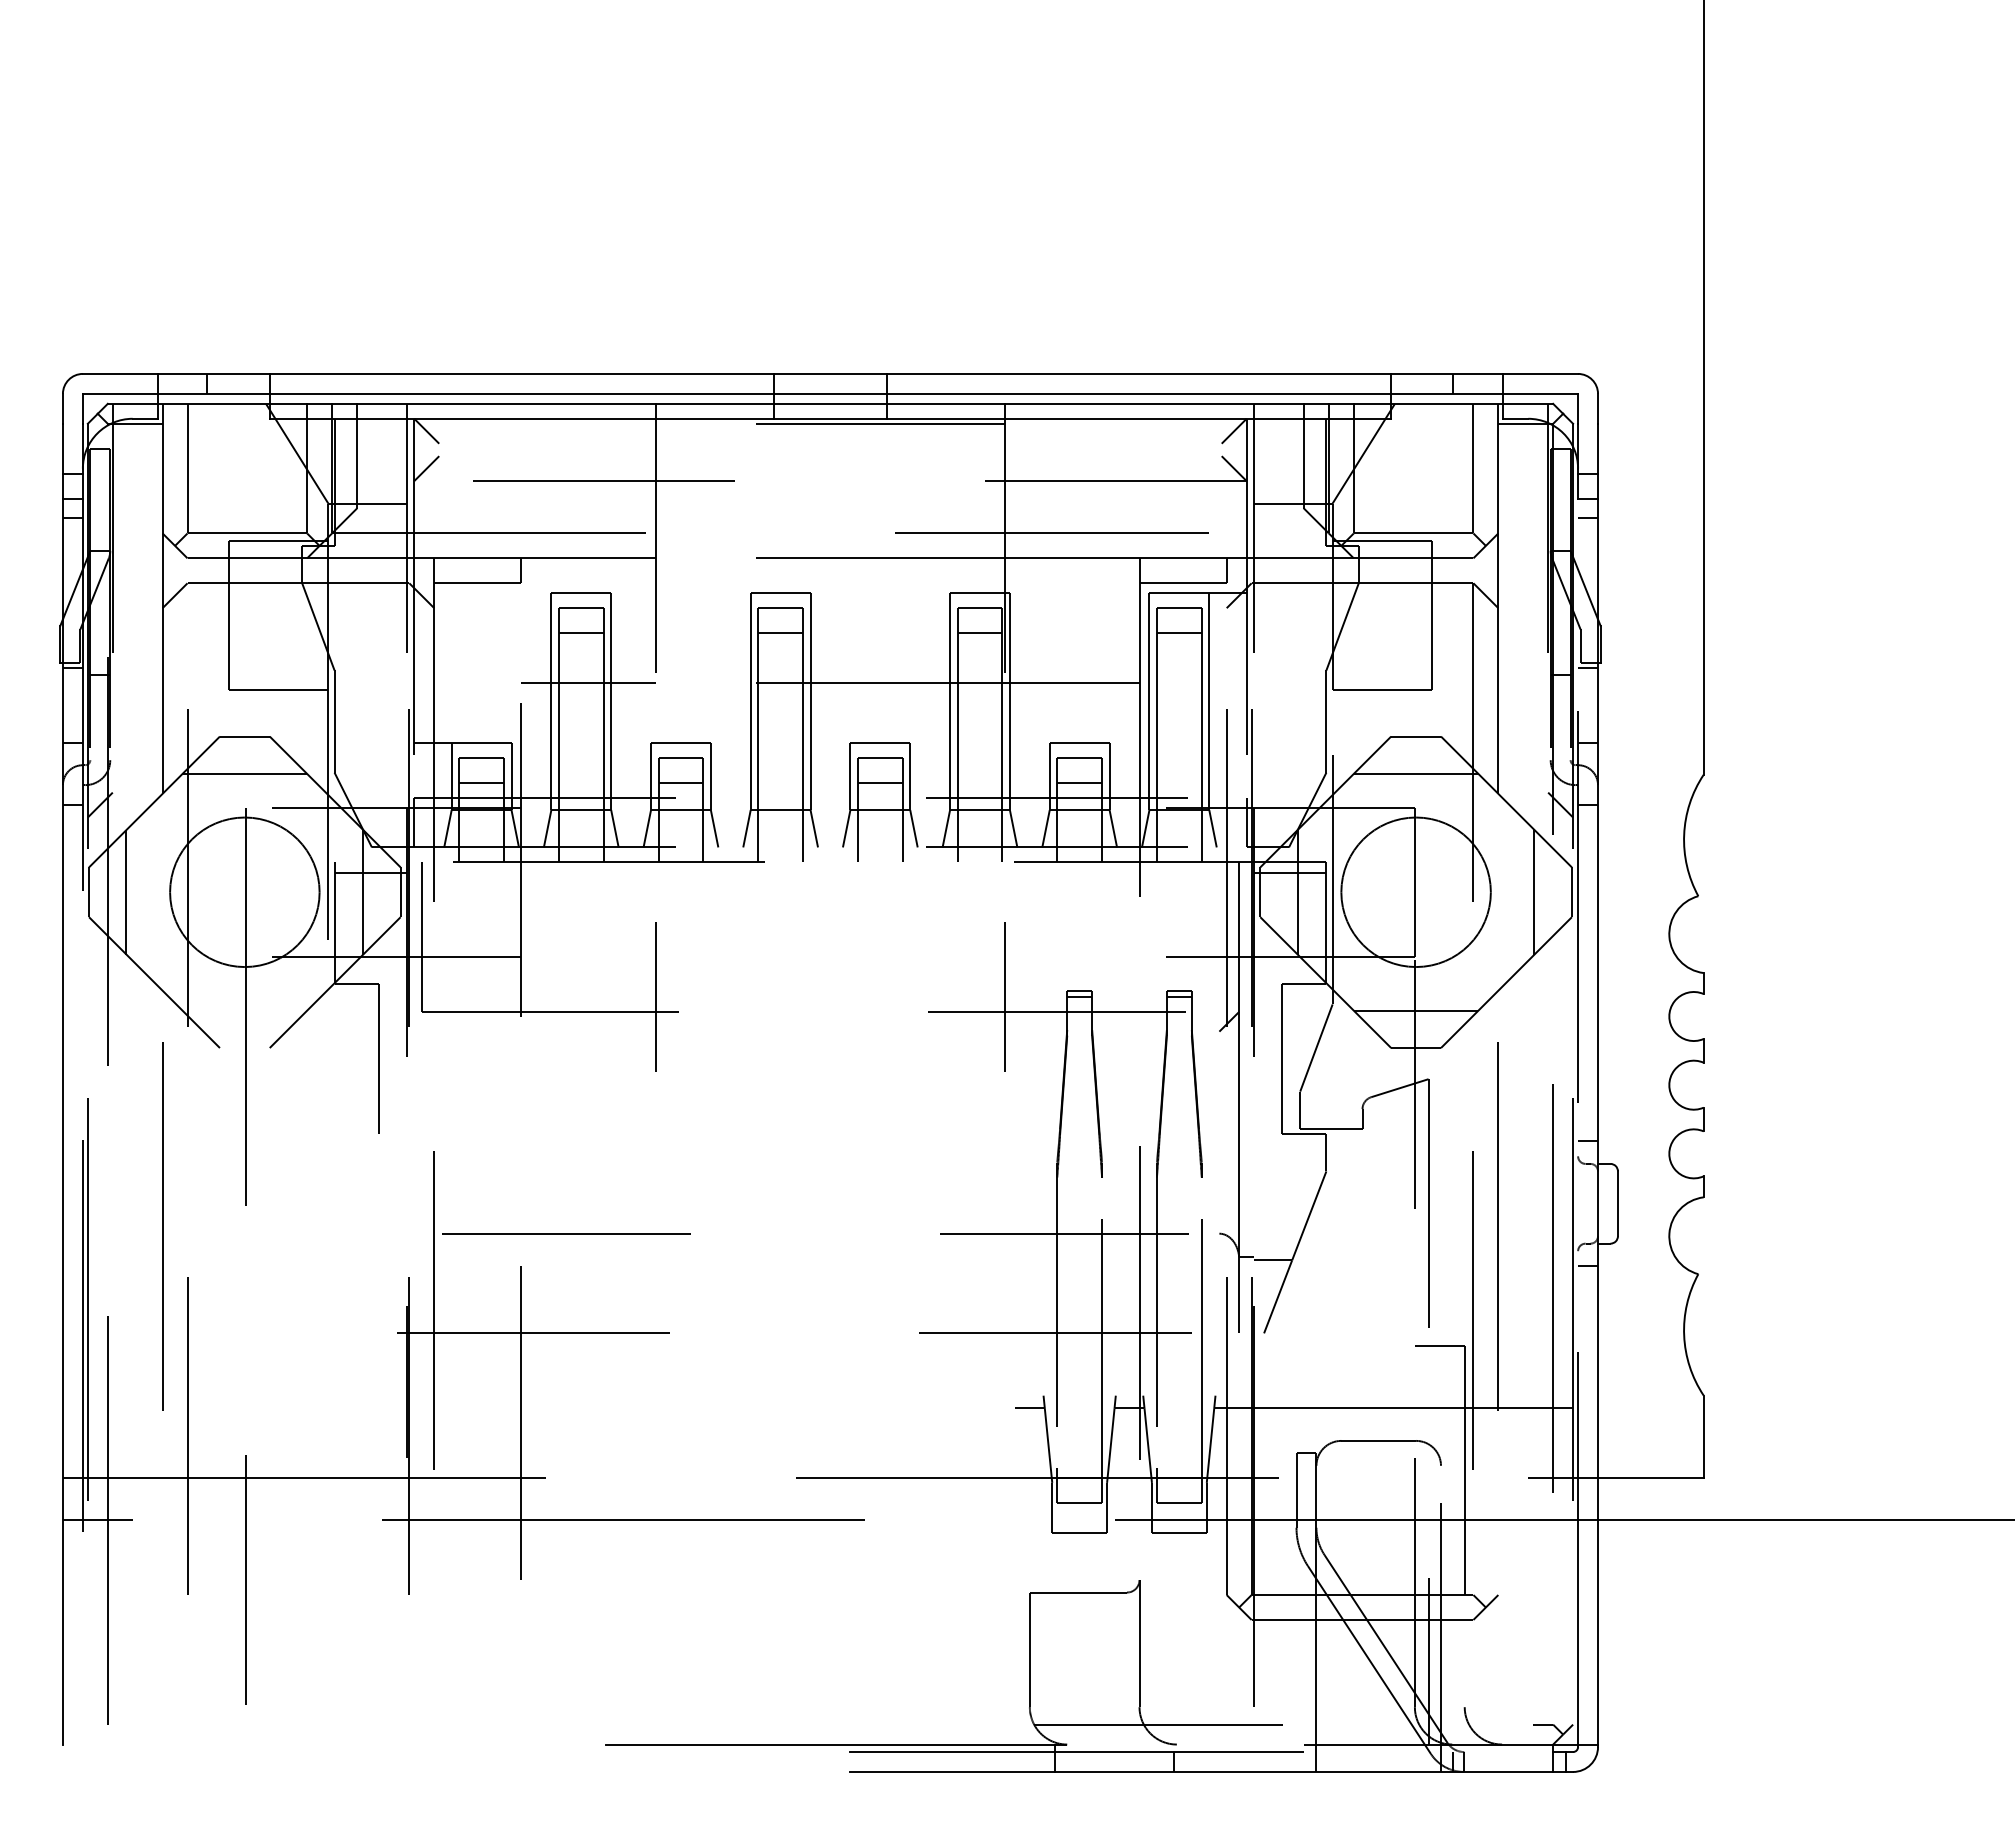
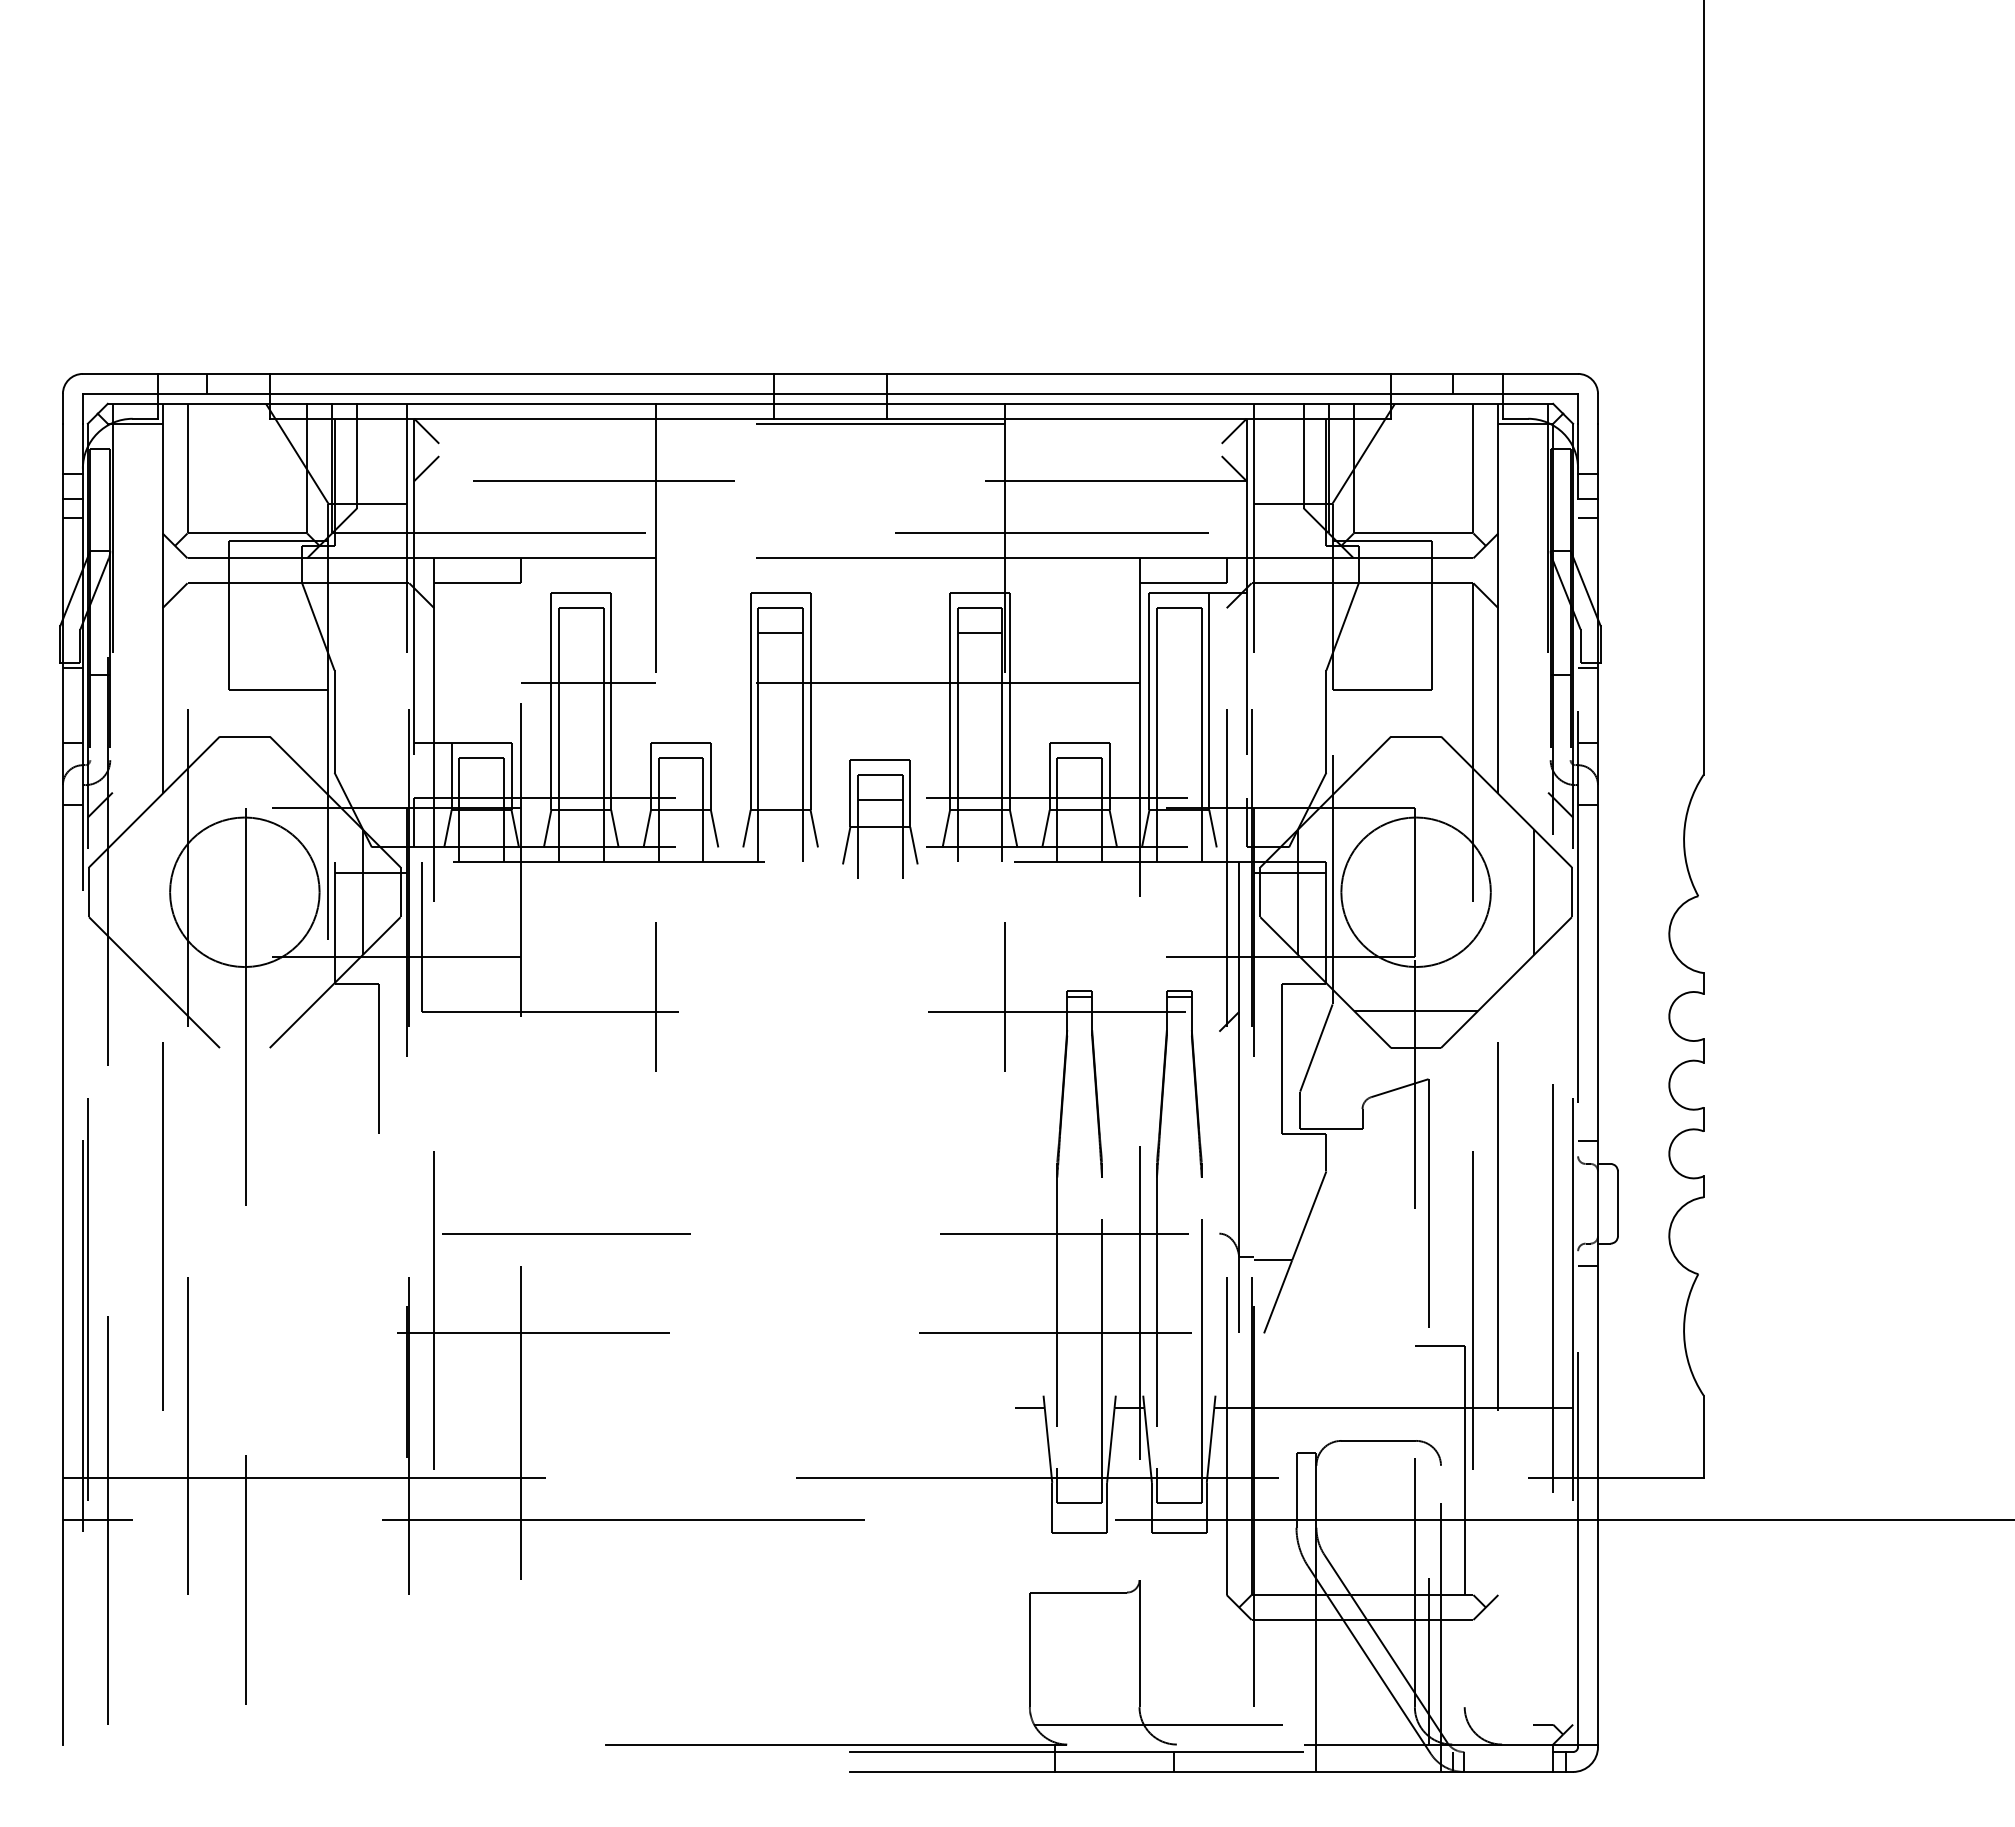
line at (580, 633): present -> none
line at (1178, 633): present -> none
line at (244, 773): present -> none
line at (1415, 773): present -> none
line at (481, 782): present -> none
line at (680, 782): present -> none
line at (1079, 782): present -> none
part at (880, 801) position: (880, 801) -> (880, 818)
line at (126, 891): present -> none
